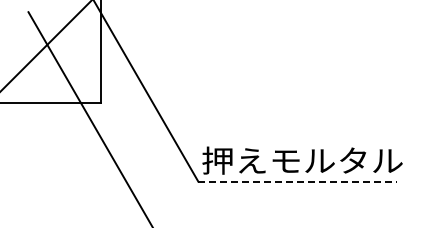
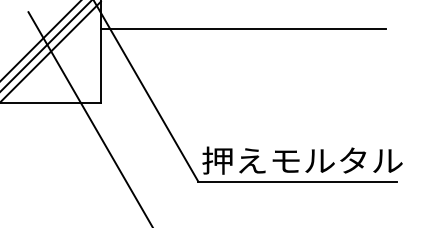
line at (243, 29): none -> present
line at (40, 40): none -> present
line at (51, 51): none -> present
line at (297, 181): dashed -> solid
